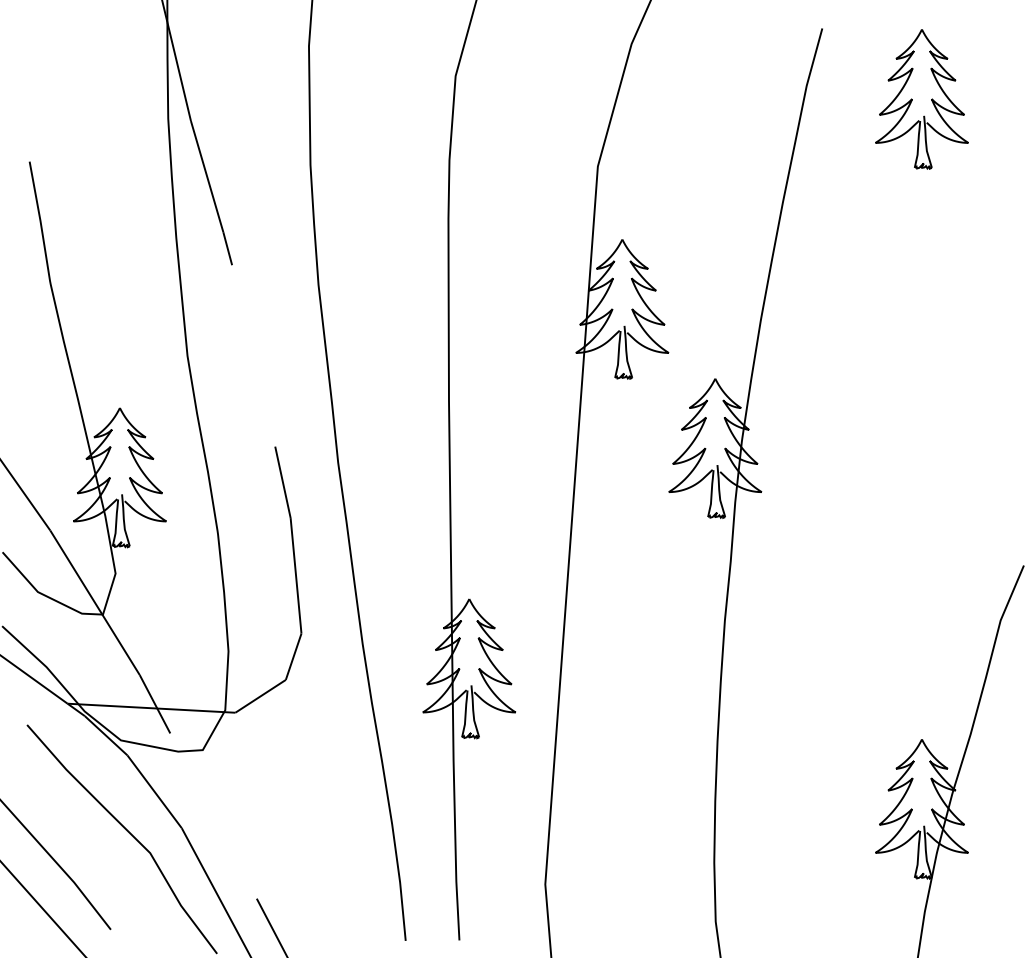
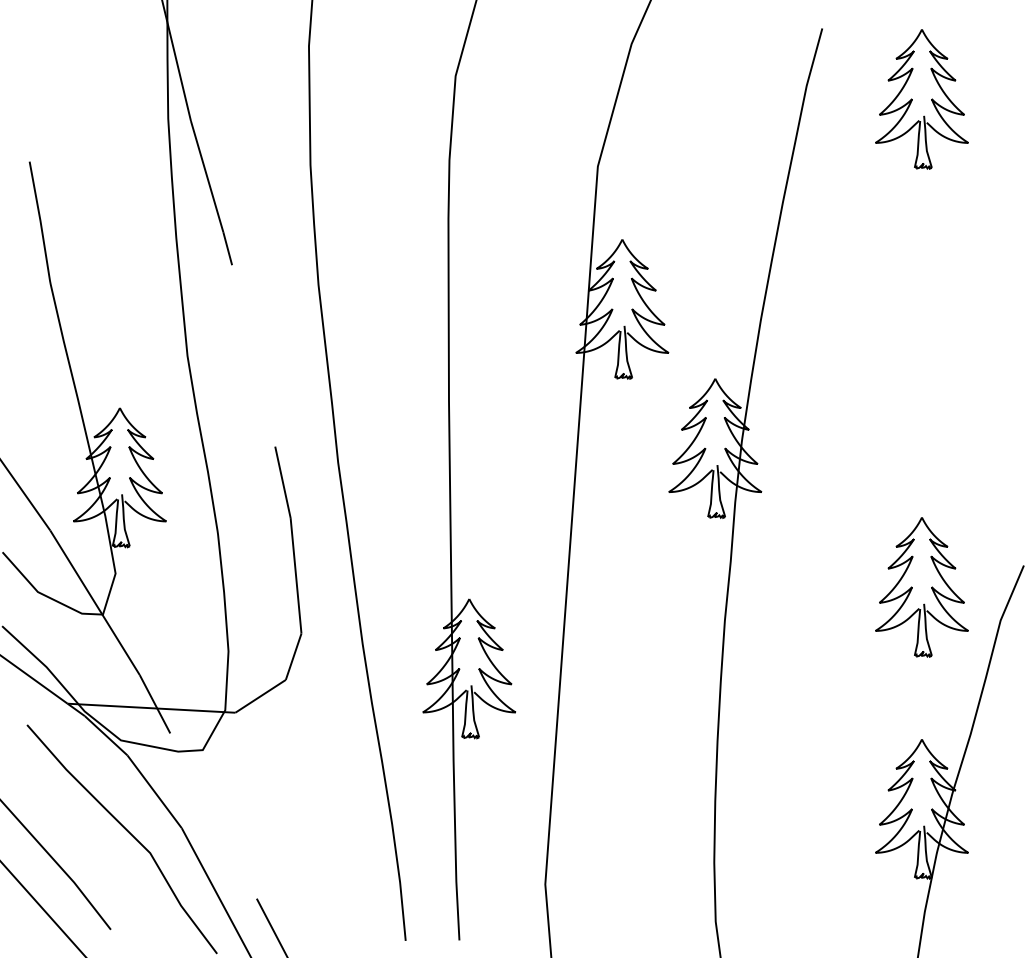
part at (921, 587): none -> present
